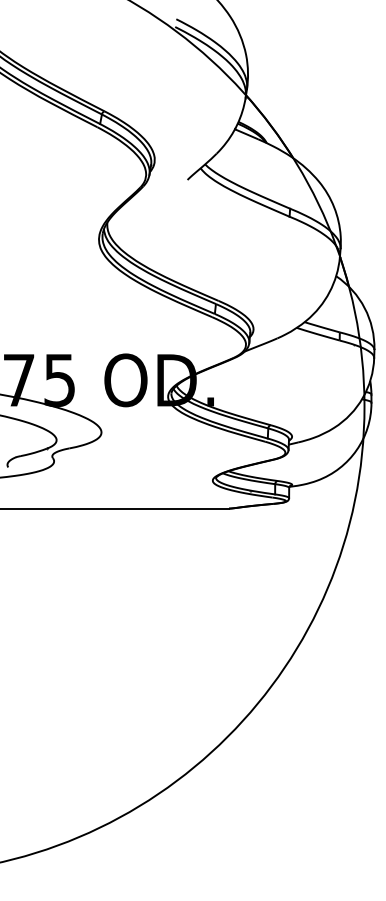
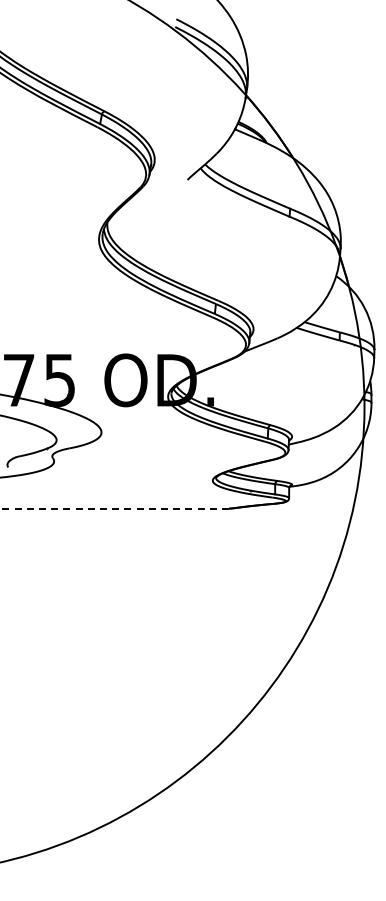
line at (114, 508): solid -> dashed
